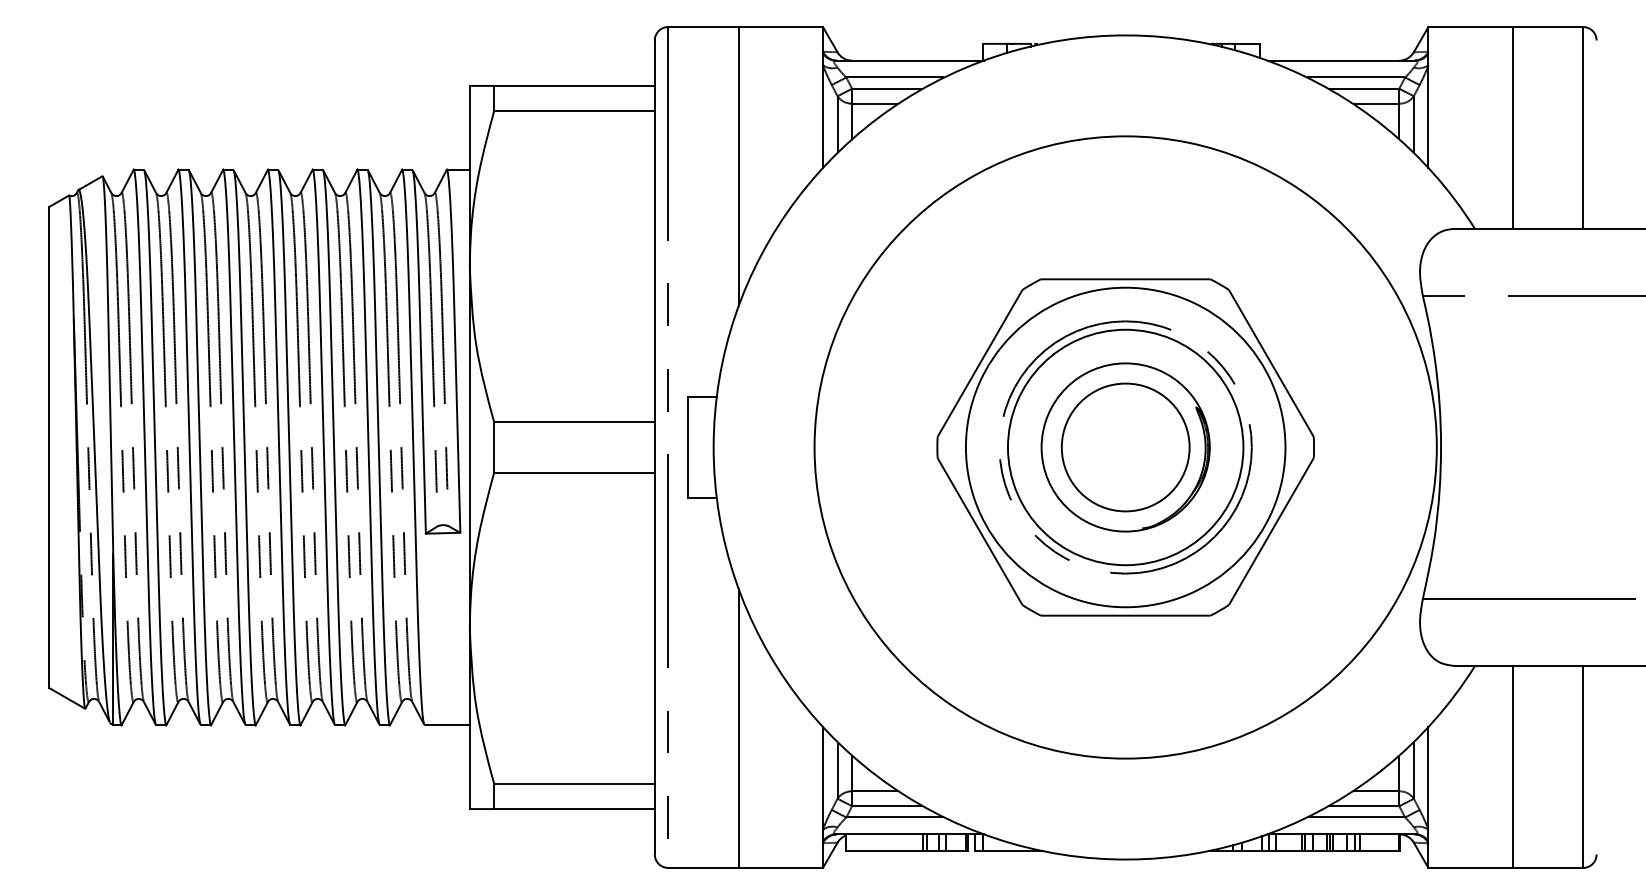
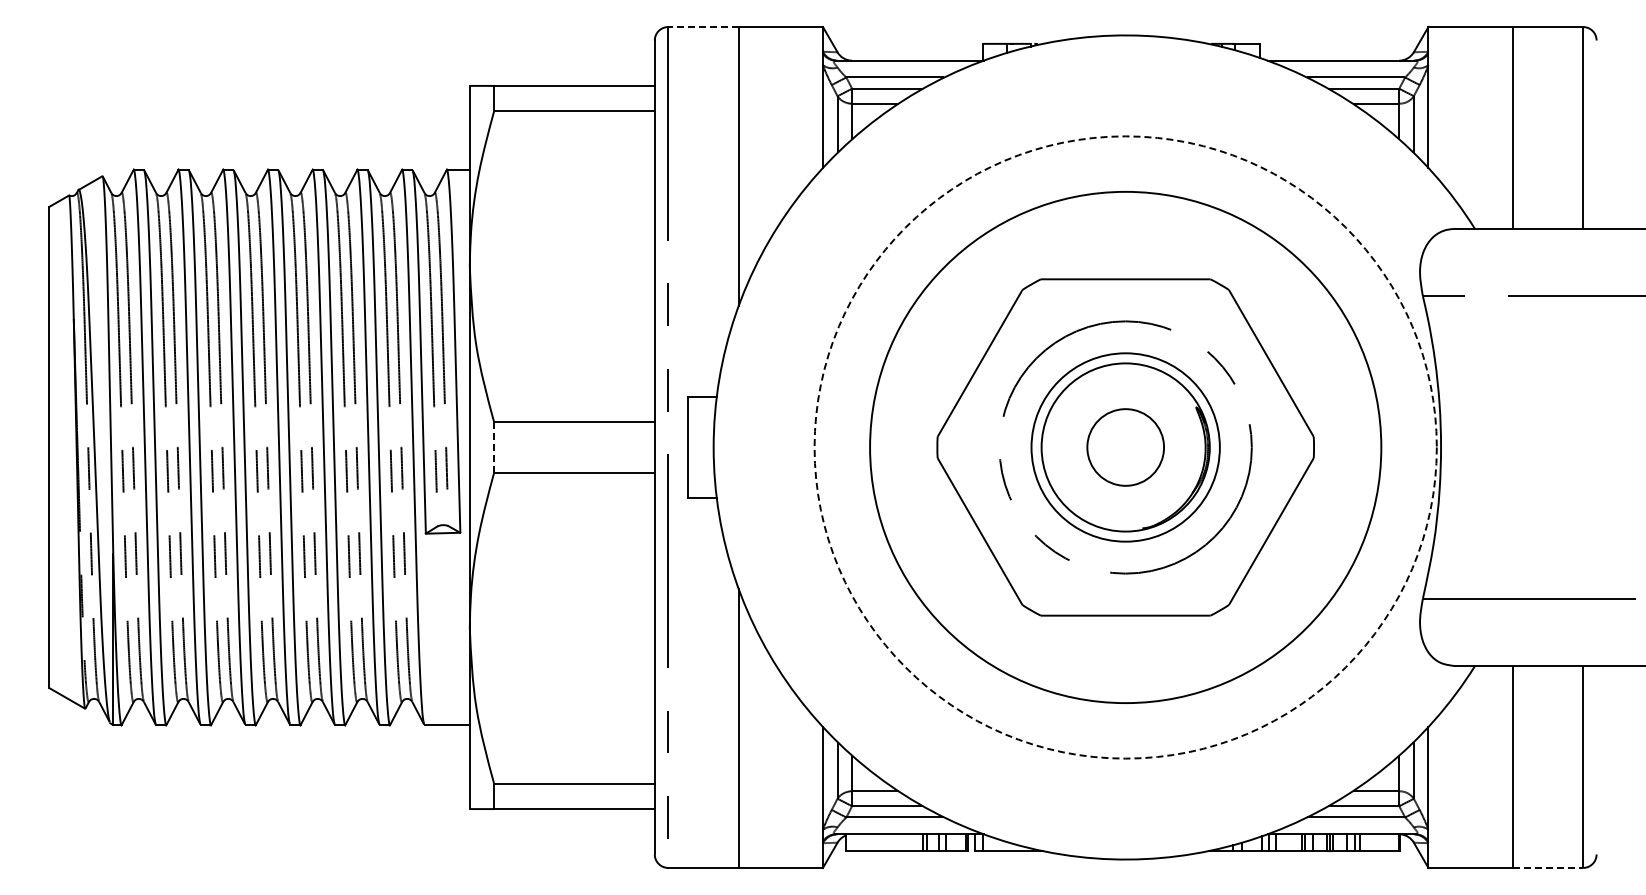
line at (703, 27): solid -> dashed
line at (494, 447): solid -> dashed
circle at (1125, 447) diameter: 128 px -> 77 px
circle at (1125, 447) diameter: 235 px -> 188 px
circle at (1125, 447) diameter: 320 px -> 511 px
circle at (1125, 447): solid -> dashed
line at (1548, 867): solid -> dashed
